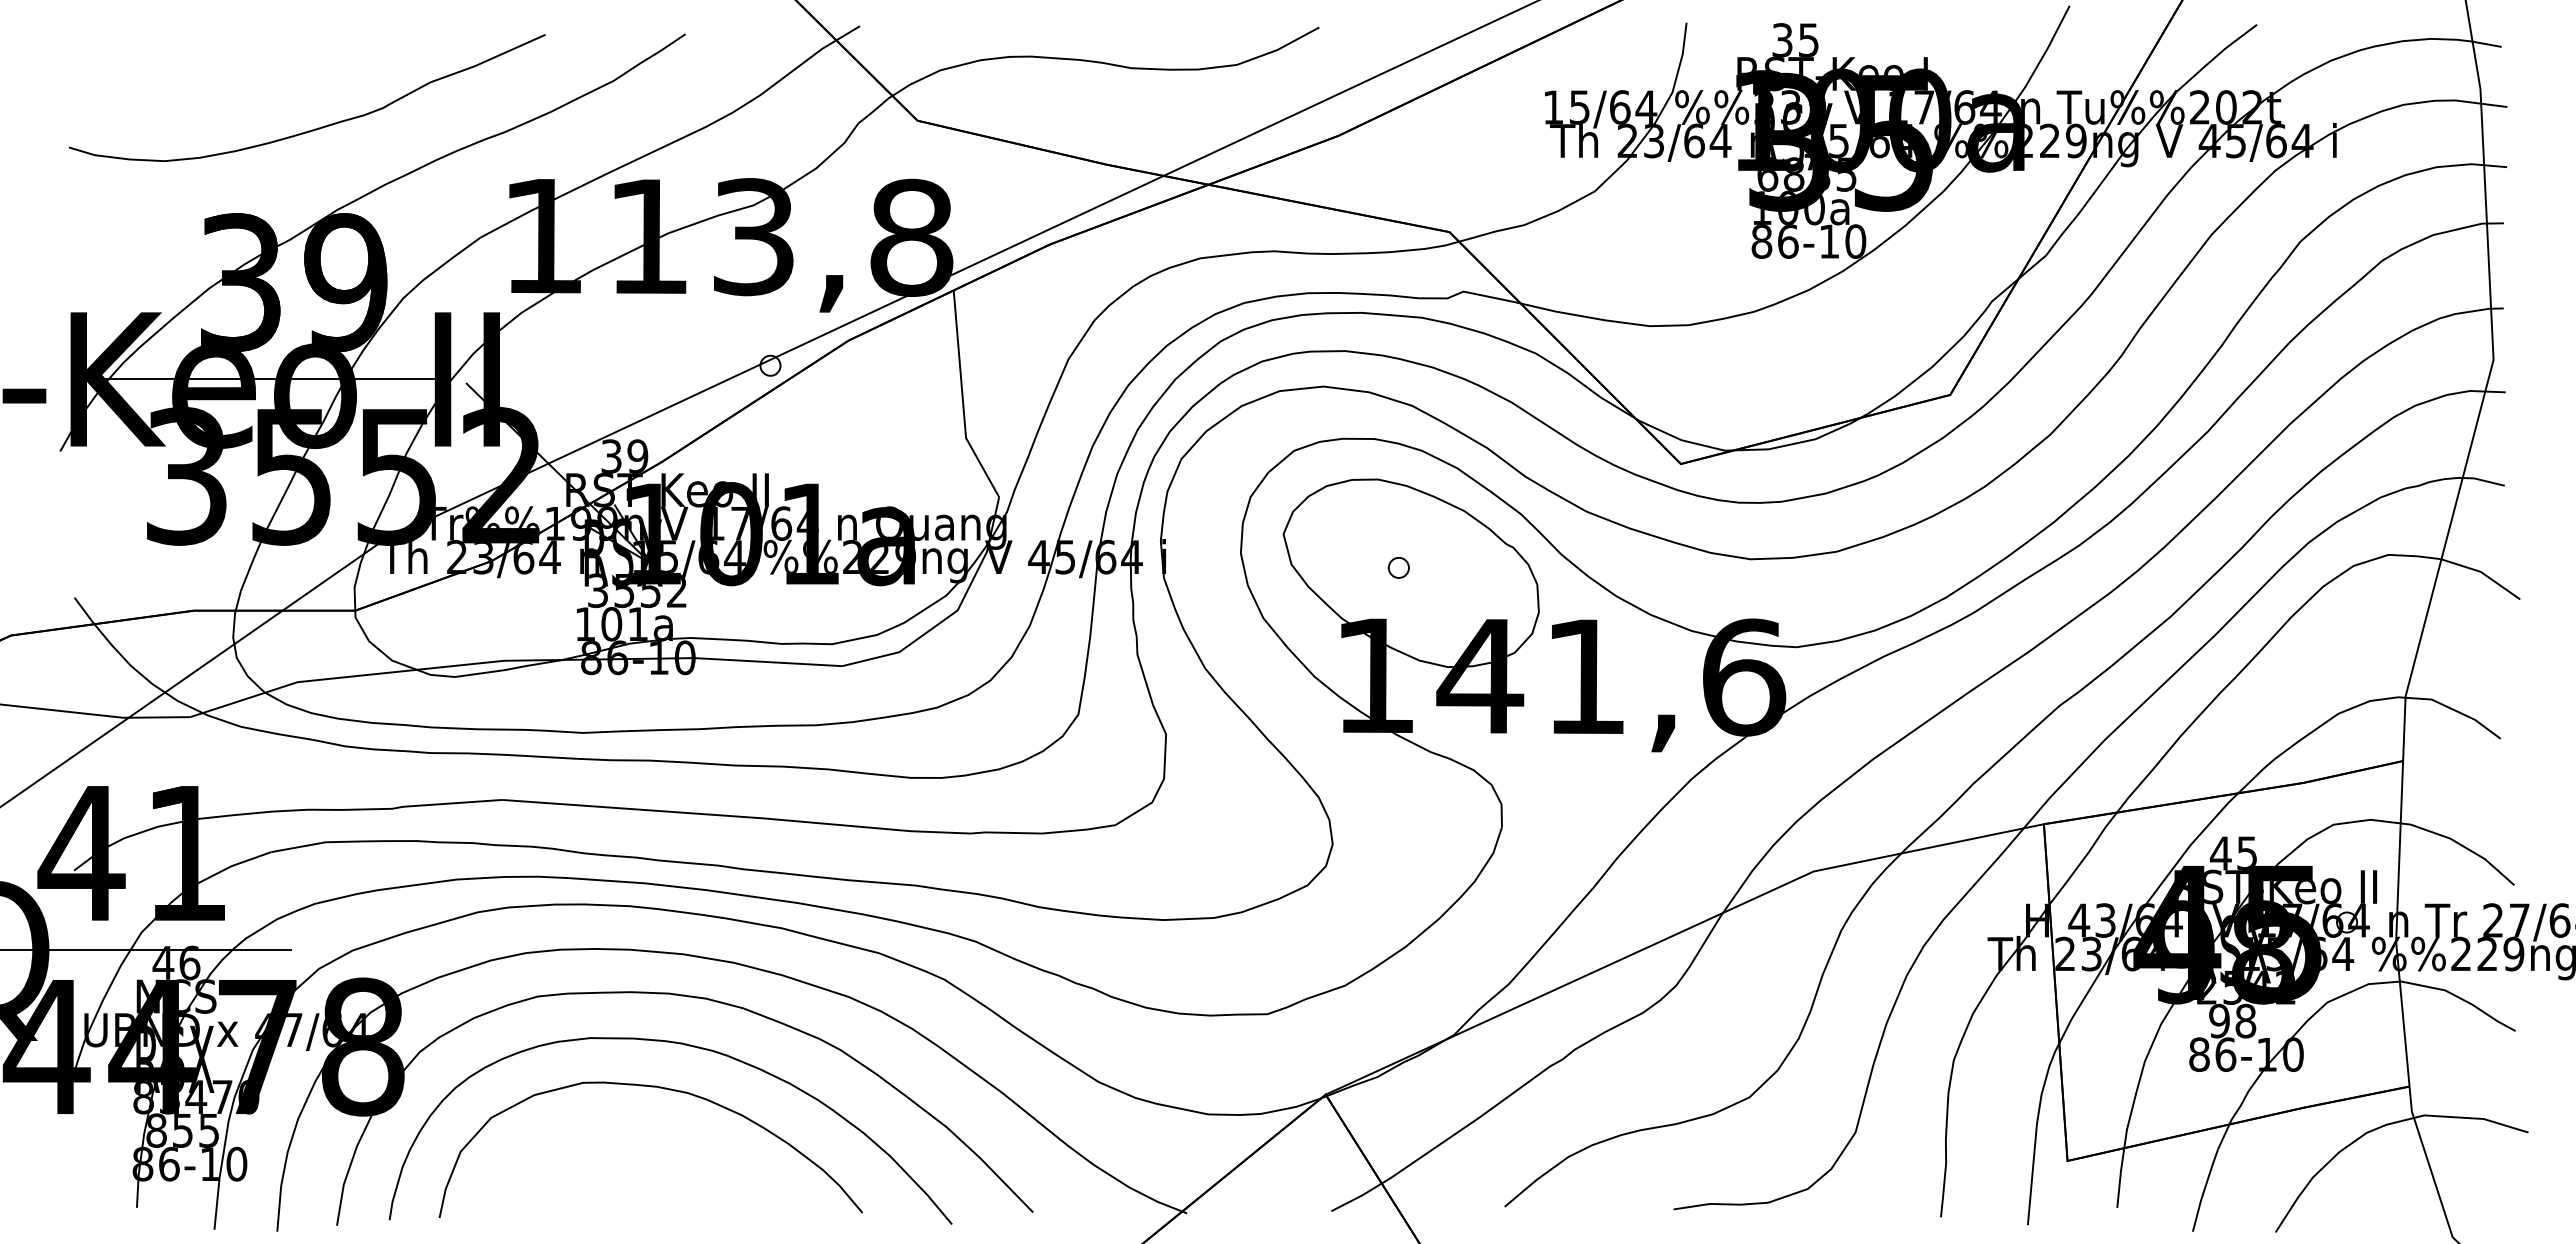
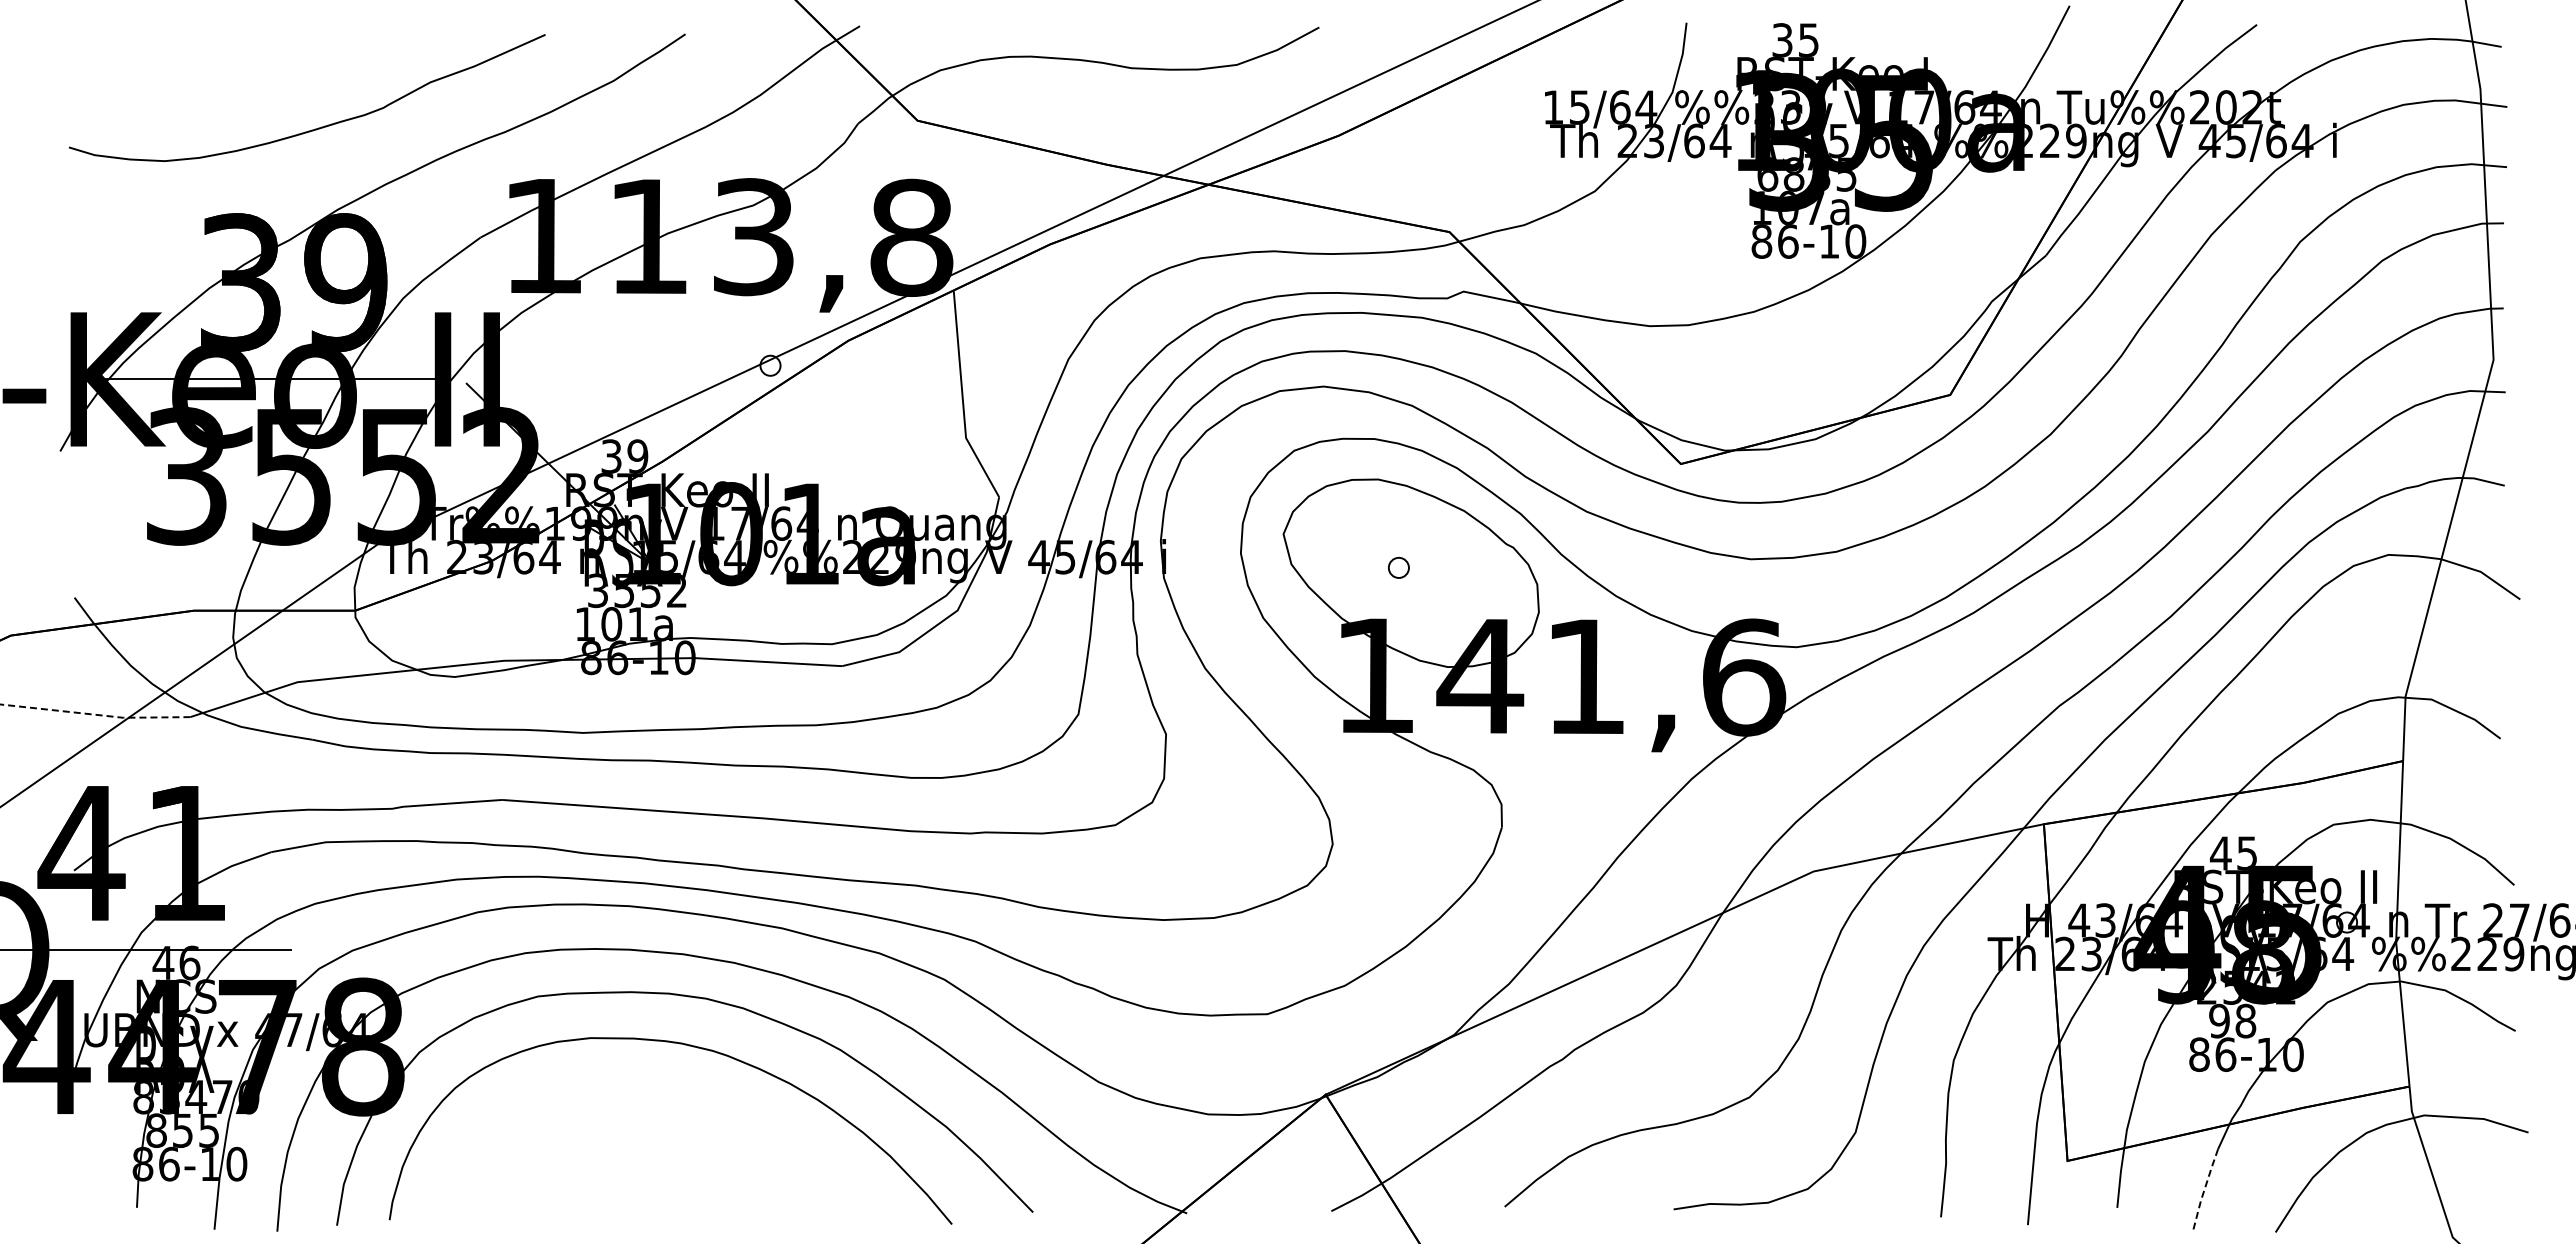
text at (1814, 208): 100a -> 107a
line at (95, 714): solid -> dashed
curve at (664, 1089): present -> none
line at (2204, 1190): solid -> dashed
